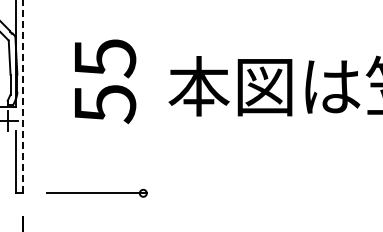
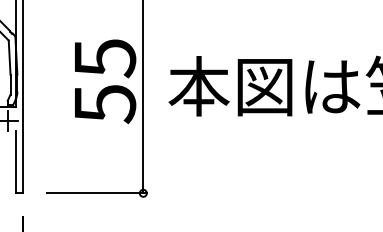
line at (22, 96): dashed -> solid
line at (143, 97): none -> present
